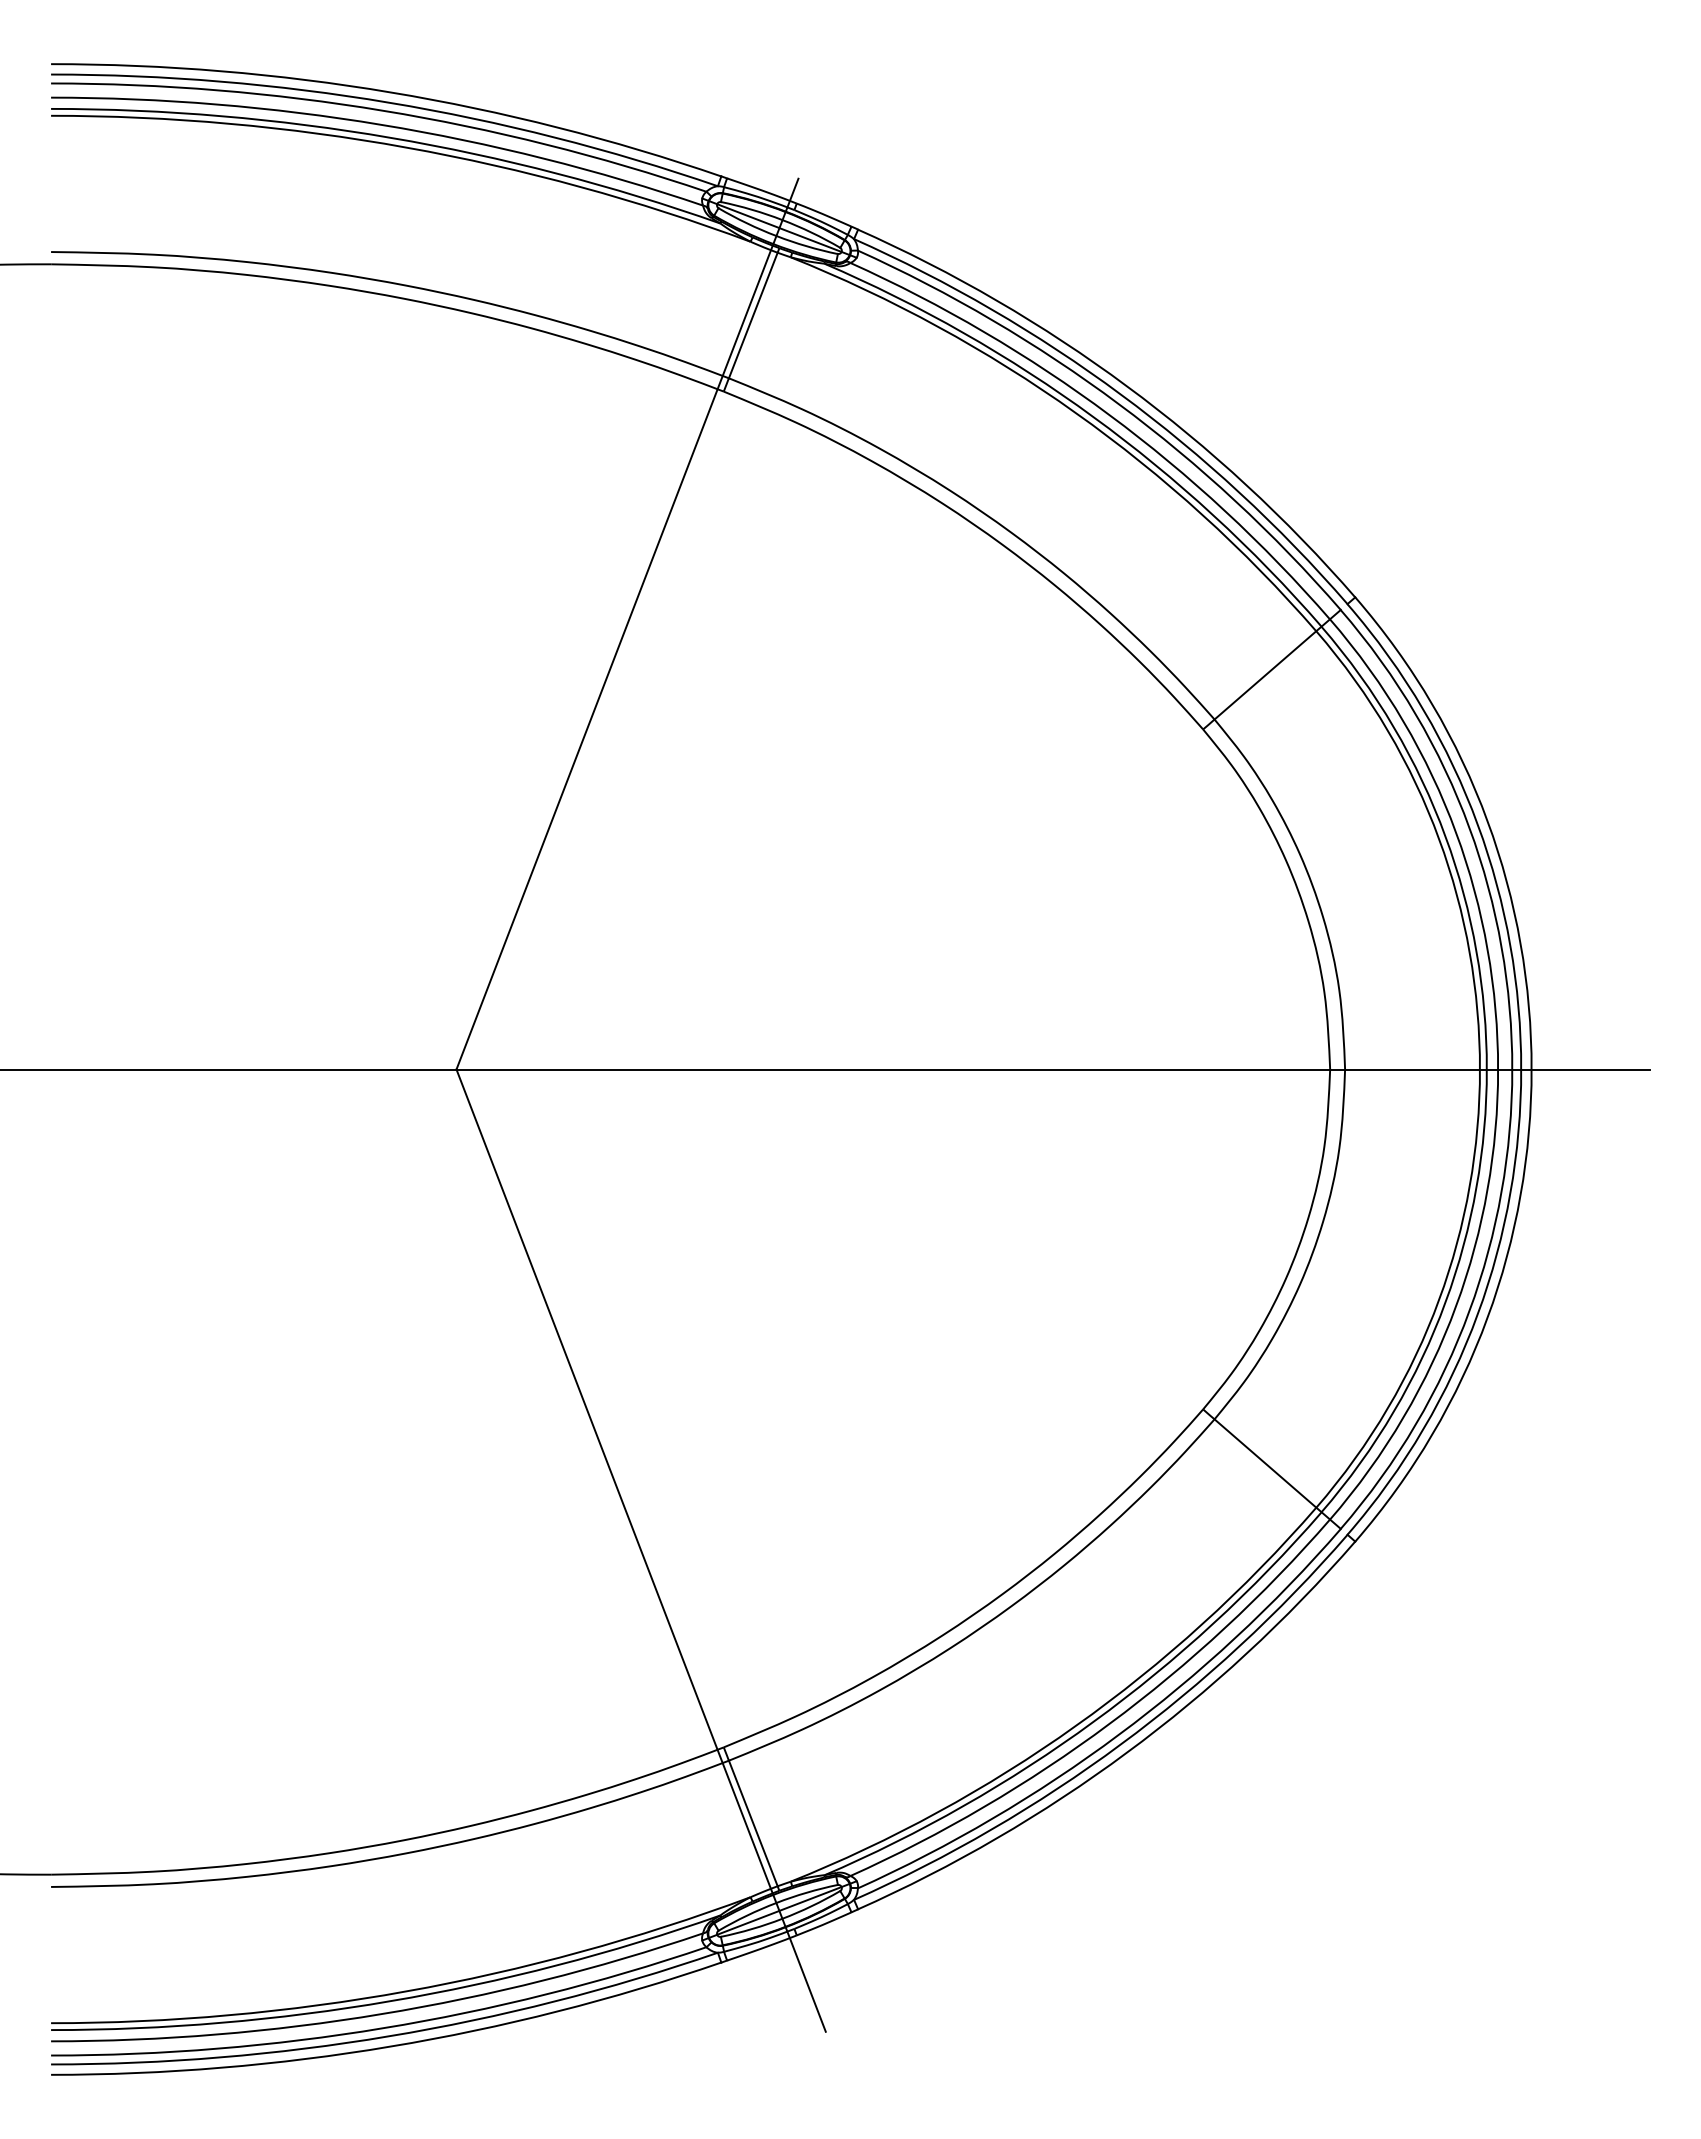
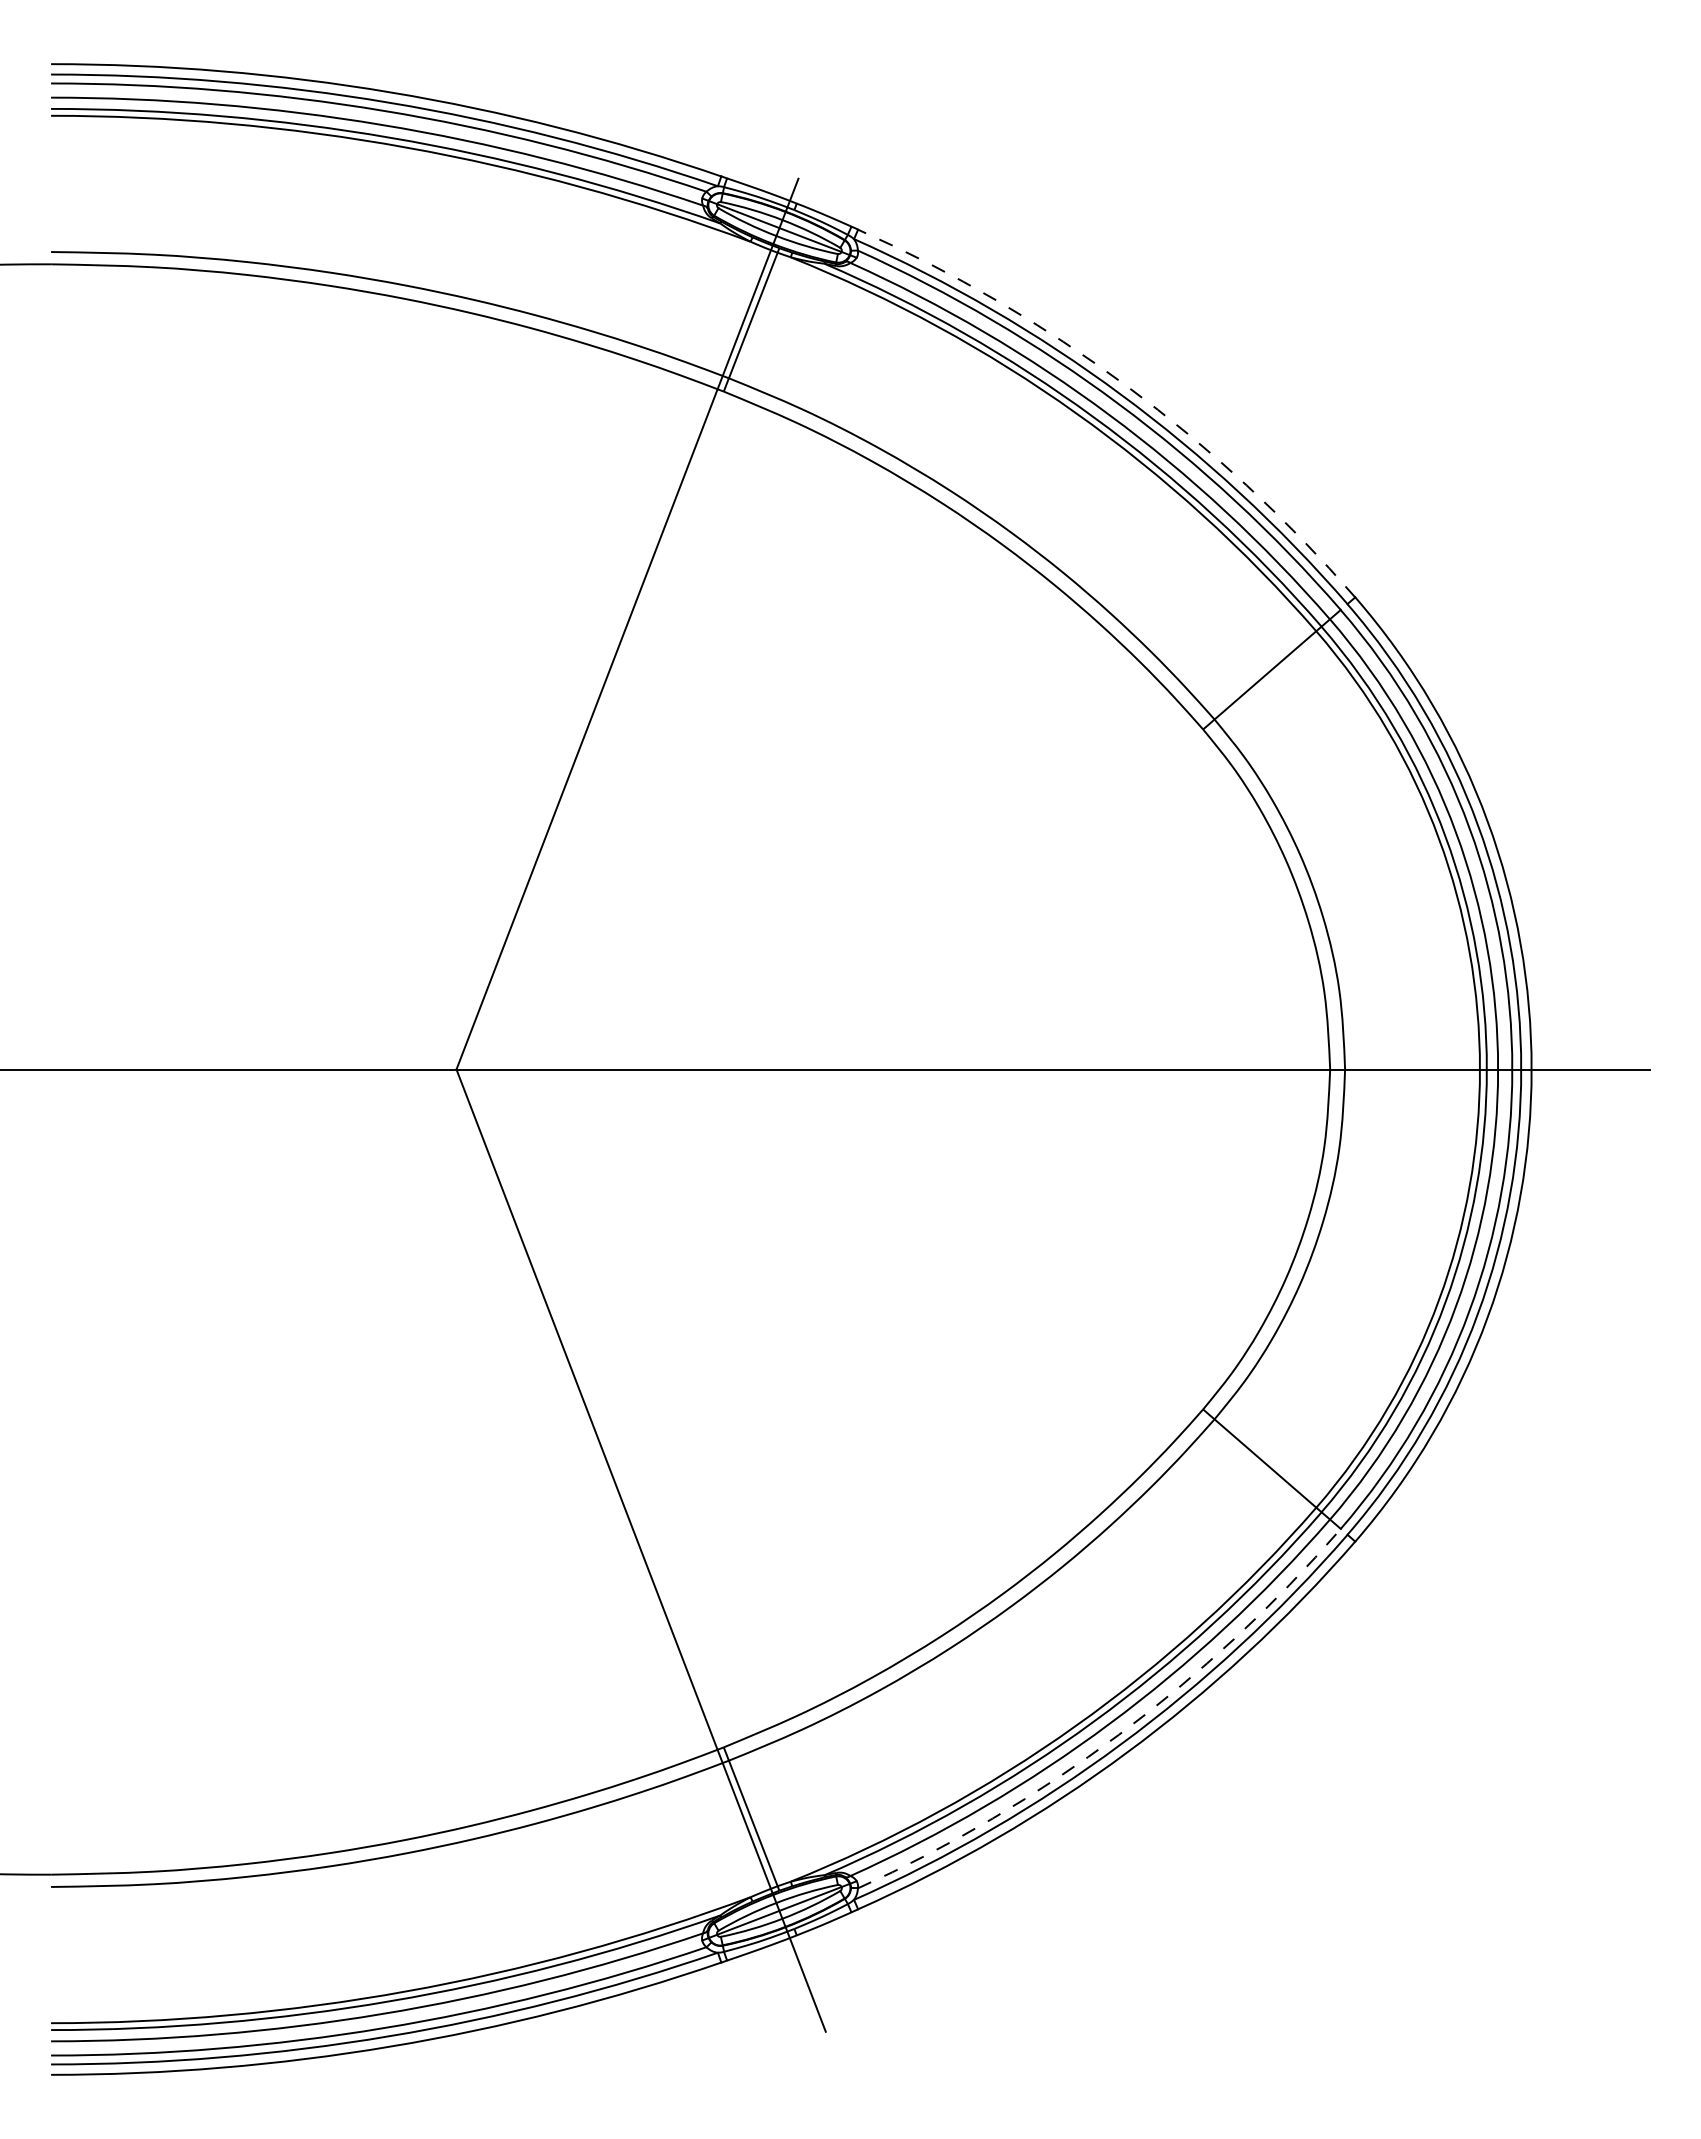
arc at (1126, 386): solid -> dashed
arc at (1118, 1734): solid -> dashed
